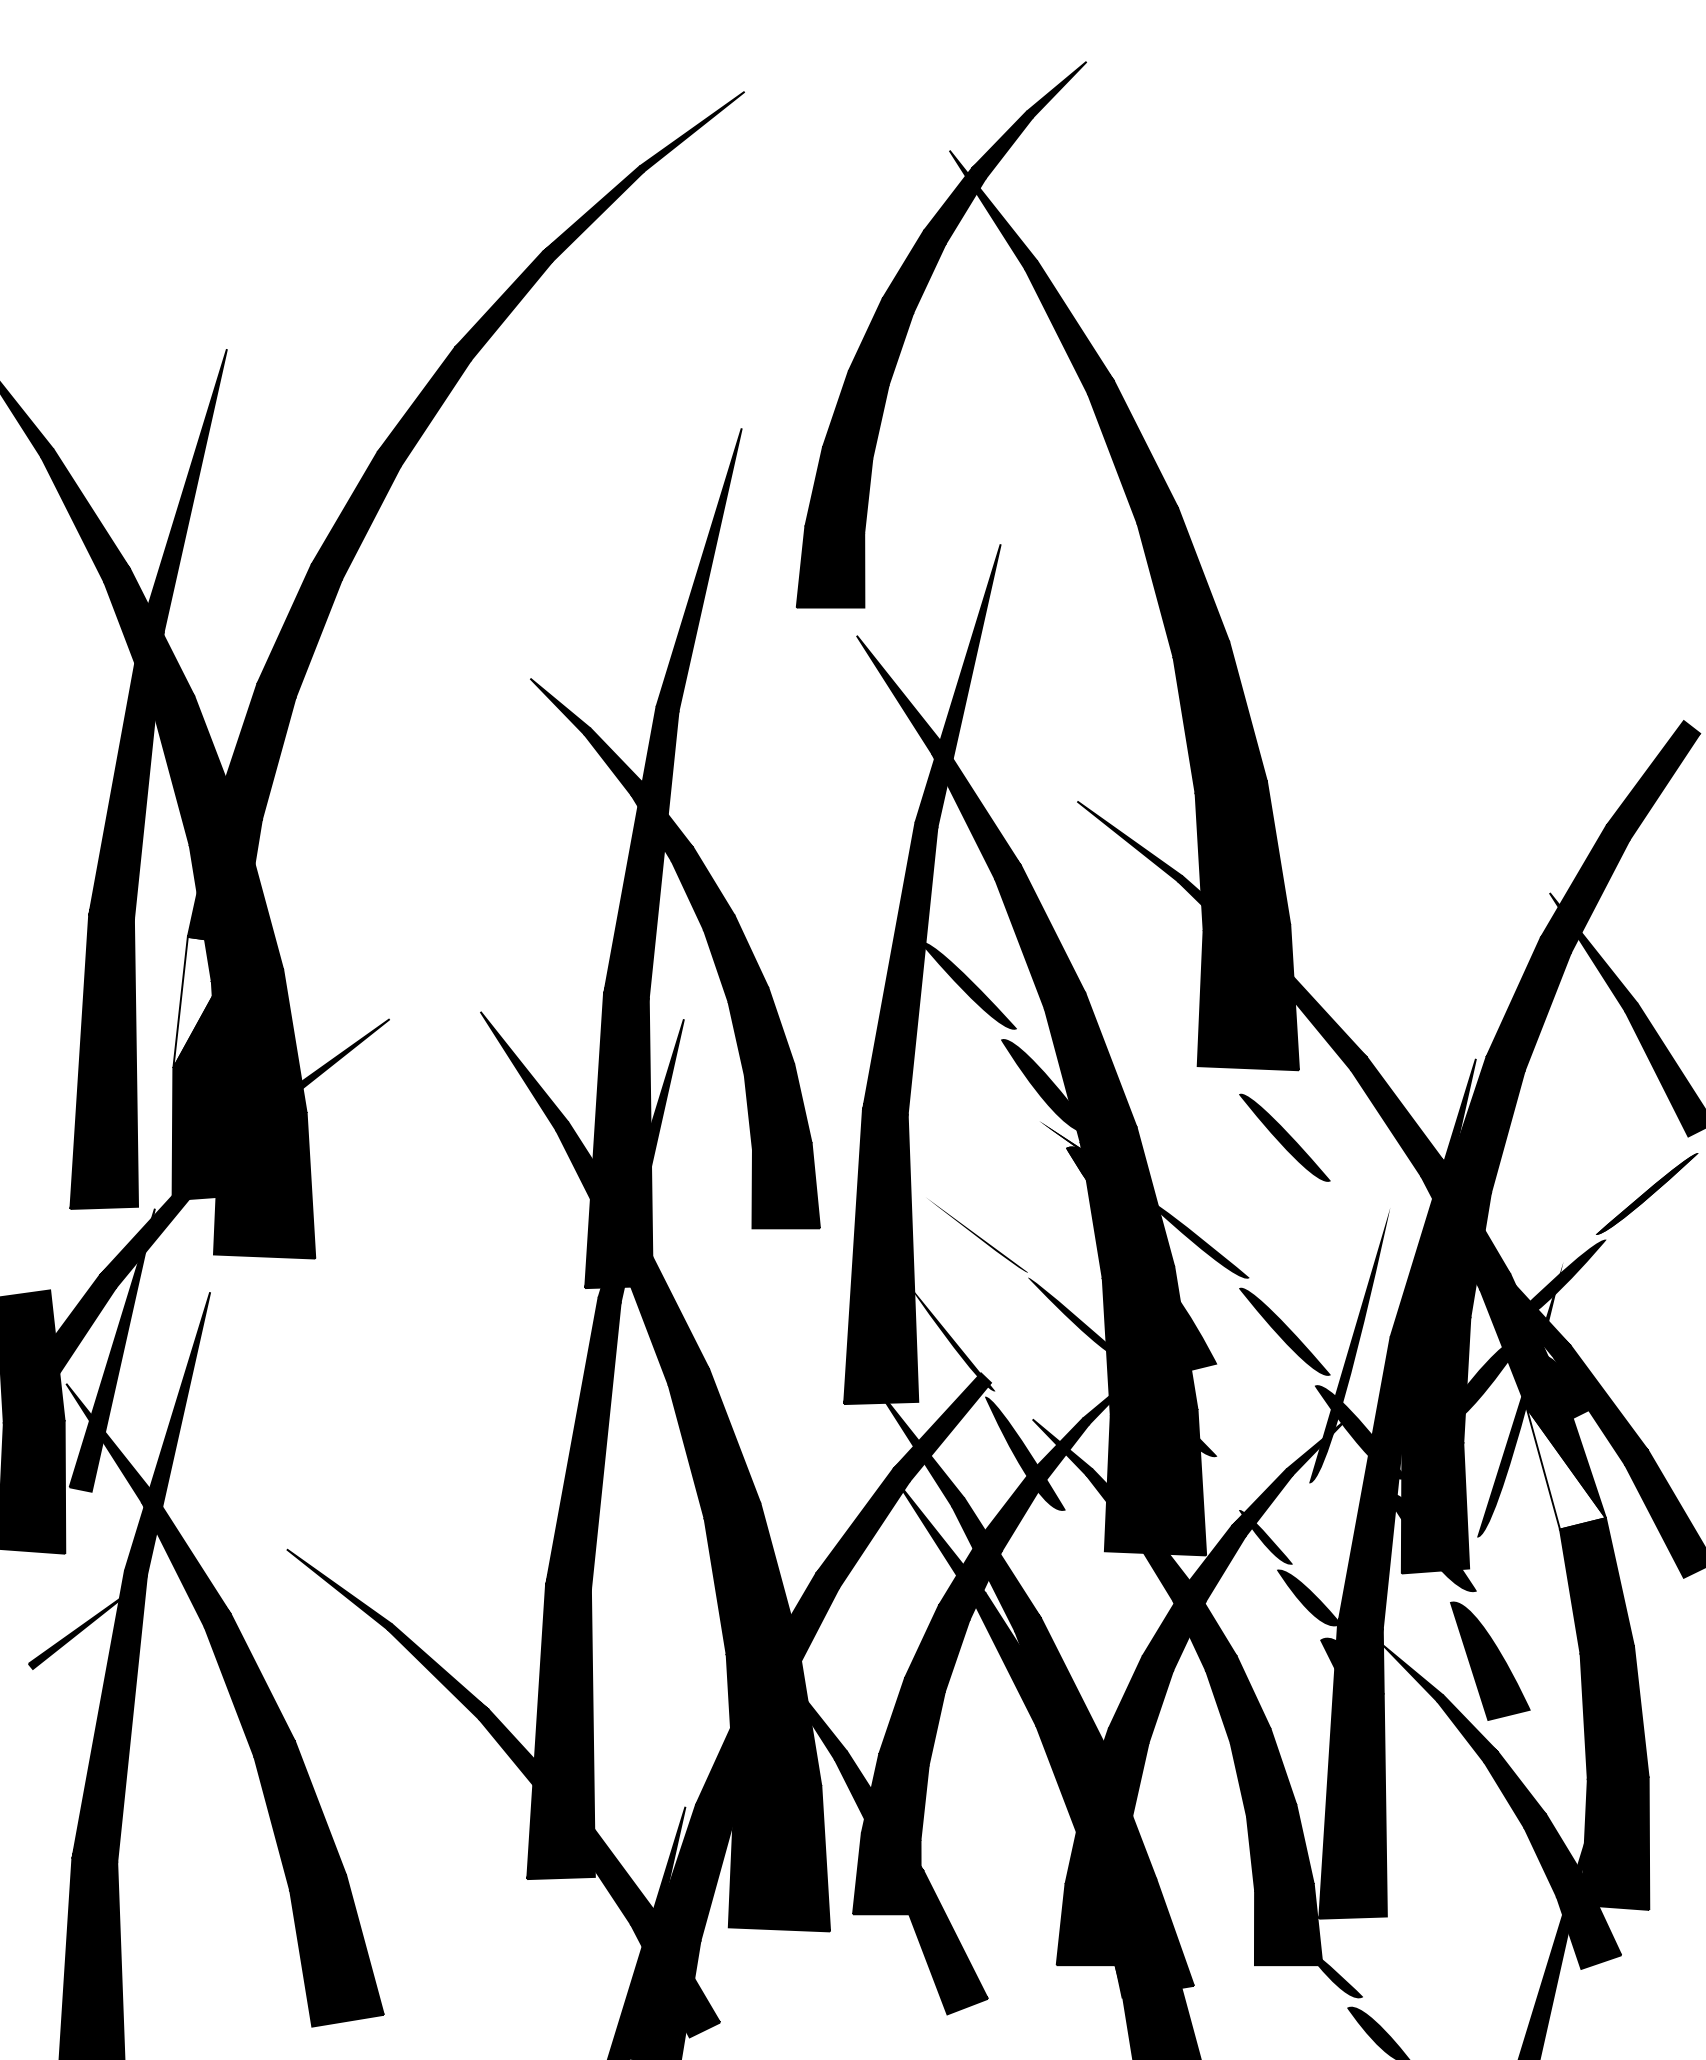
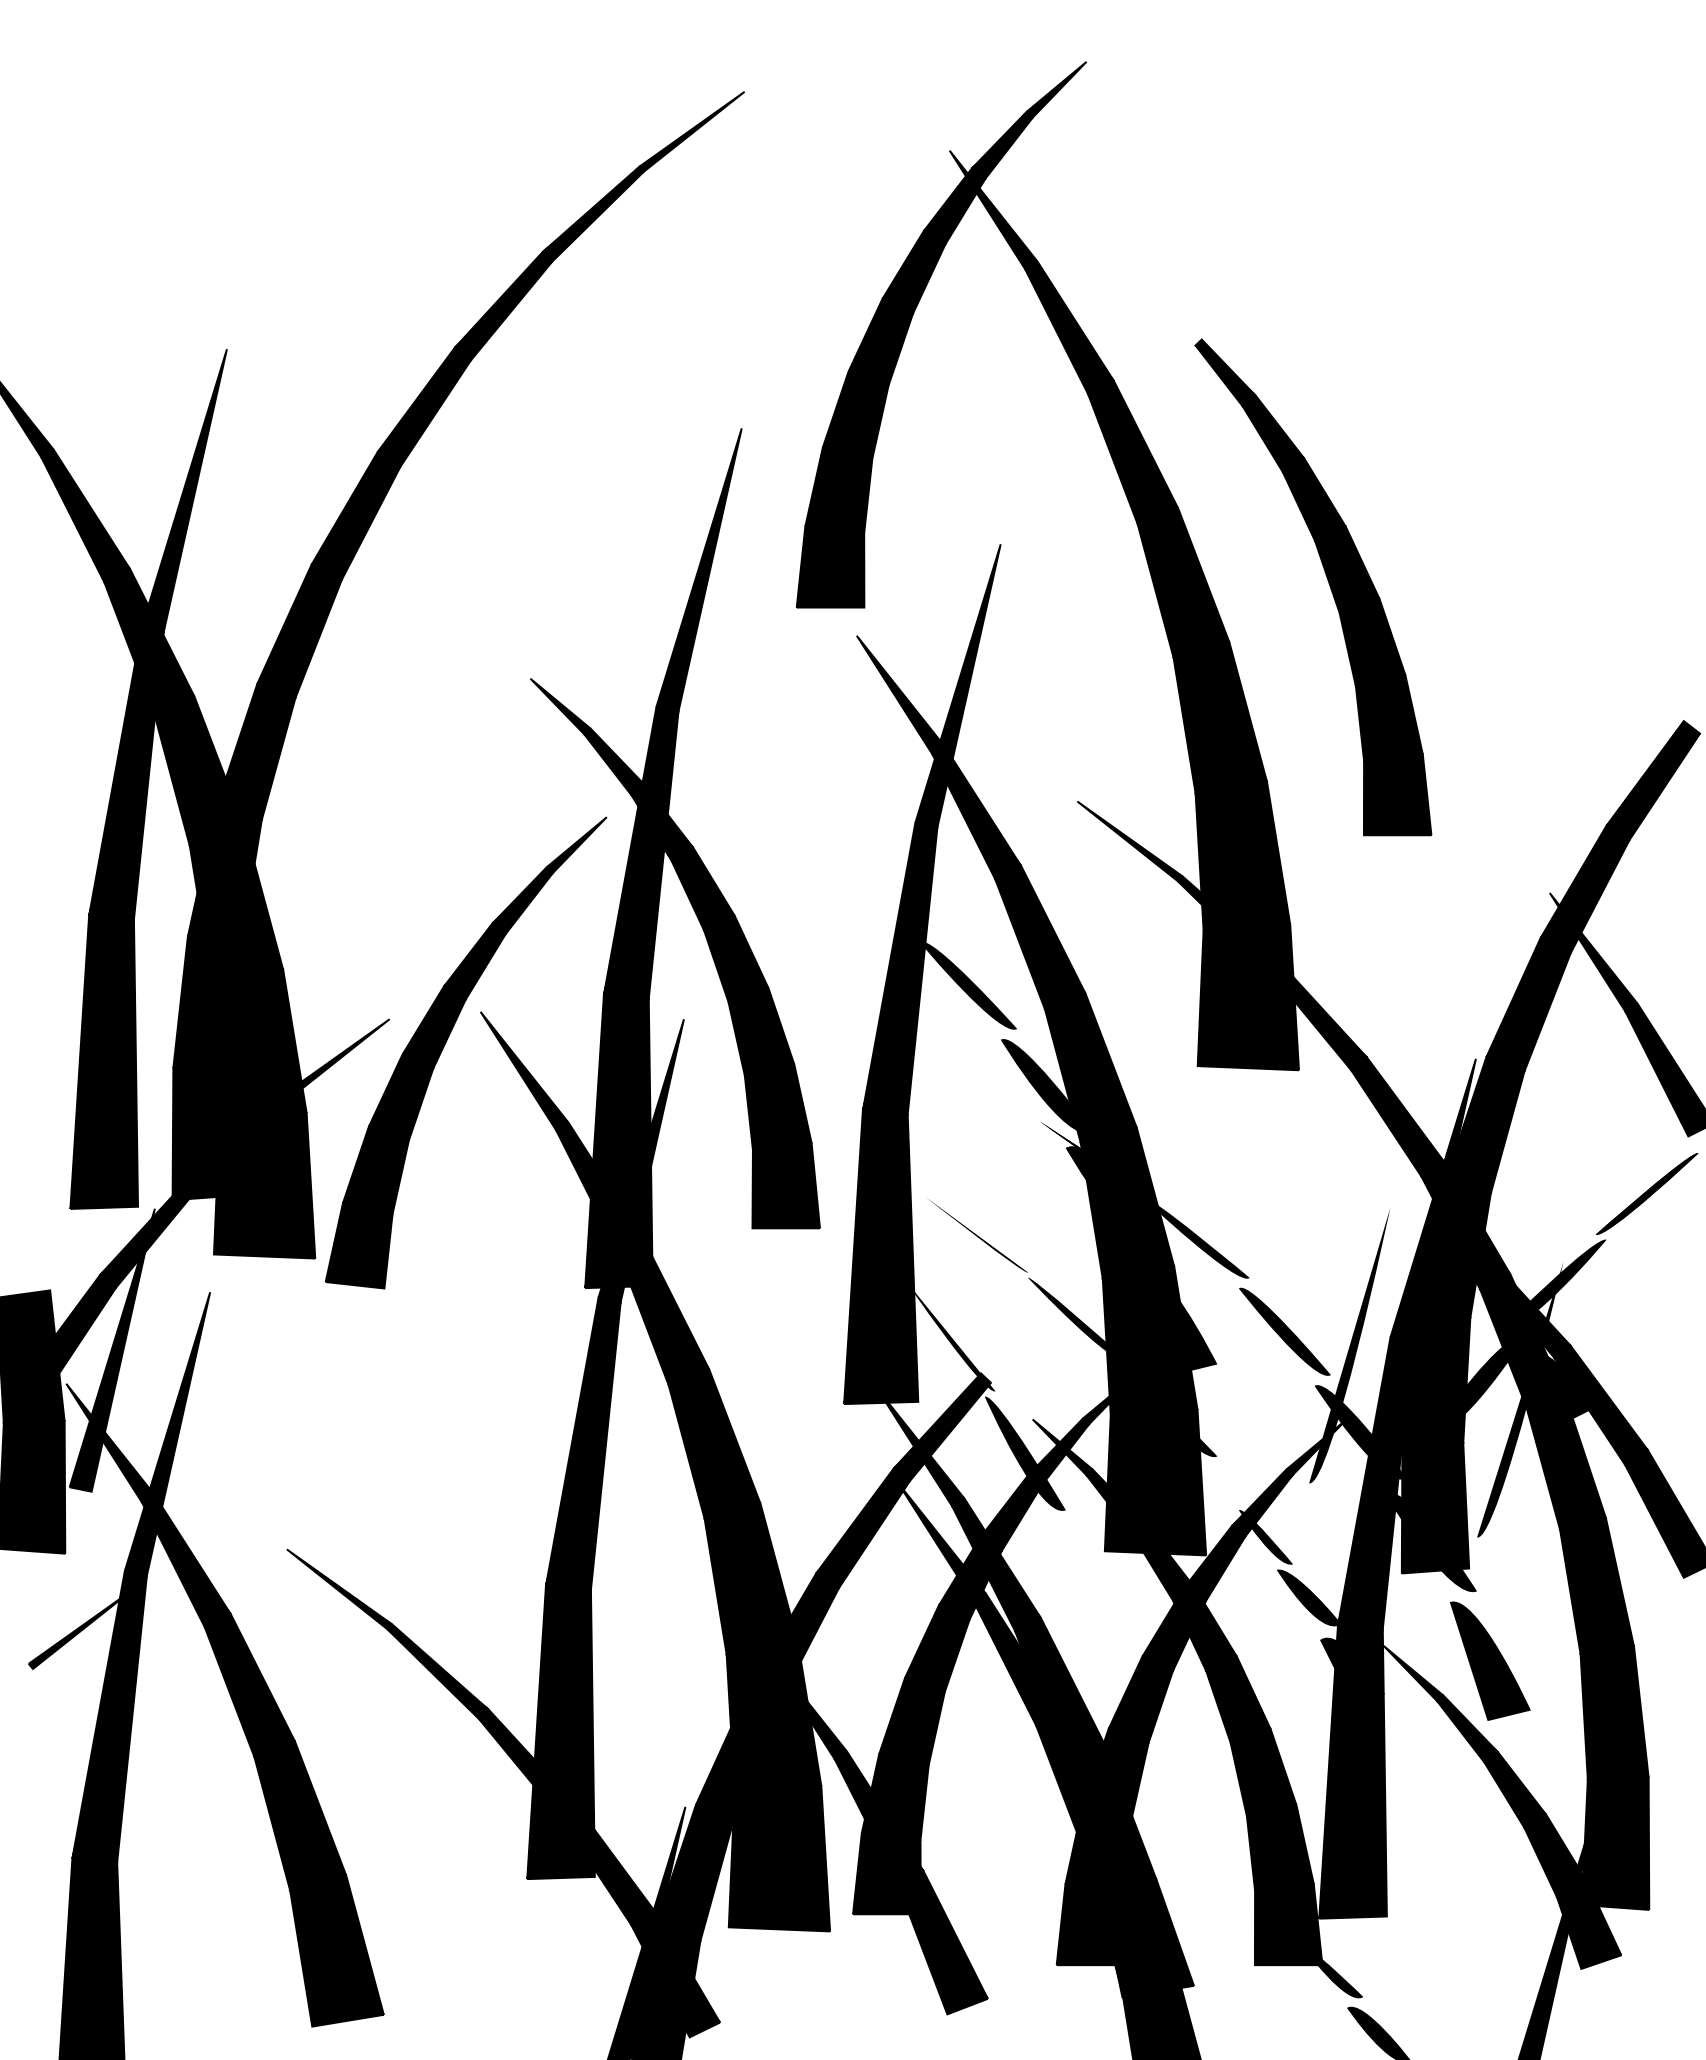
part at (1328, 583): none -> present
fill at (207, 1002): none -> present
part at (445, 1045): none -> present
part at (1284, 1137): present -> none
fill at (1565, 1468): none -> present
